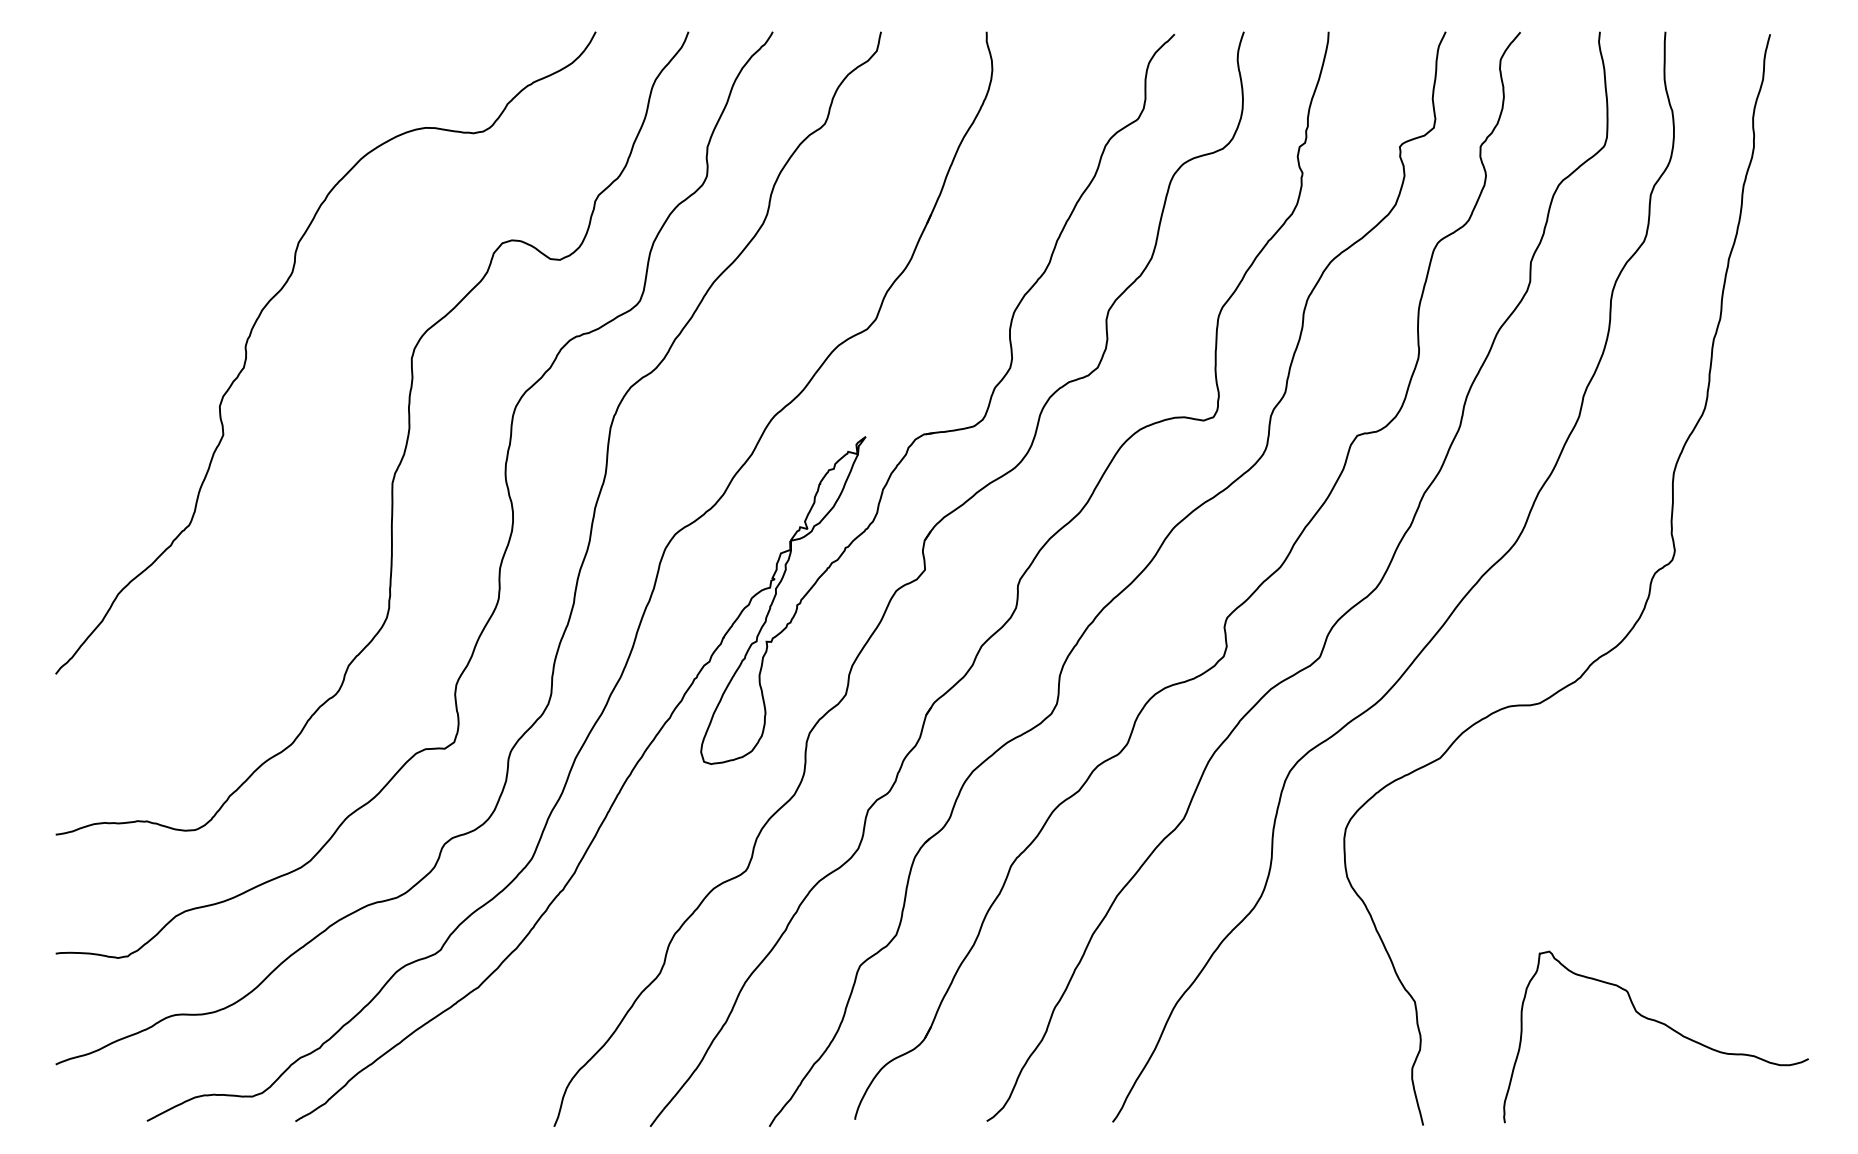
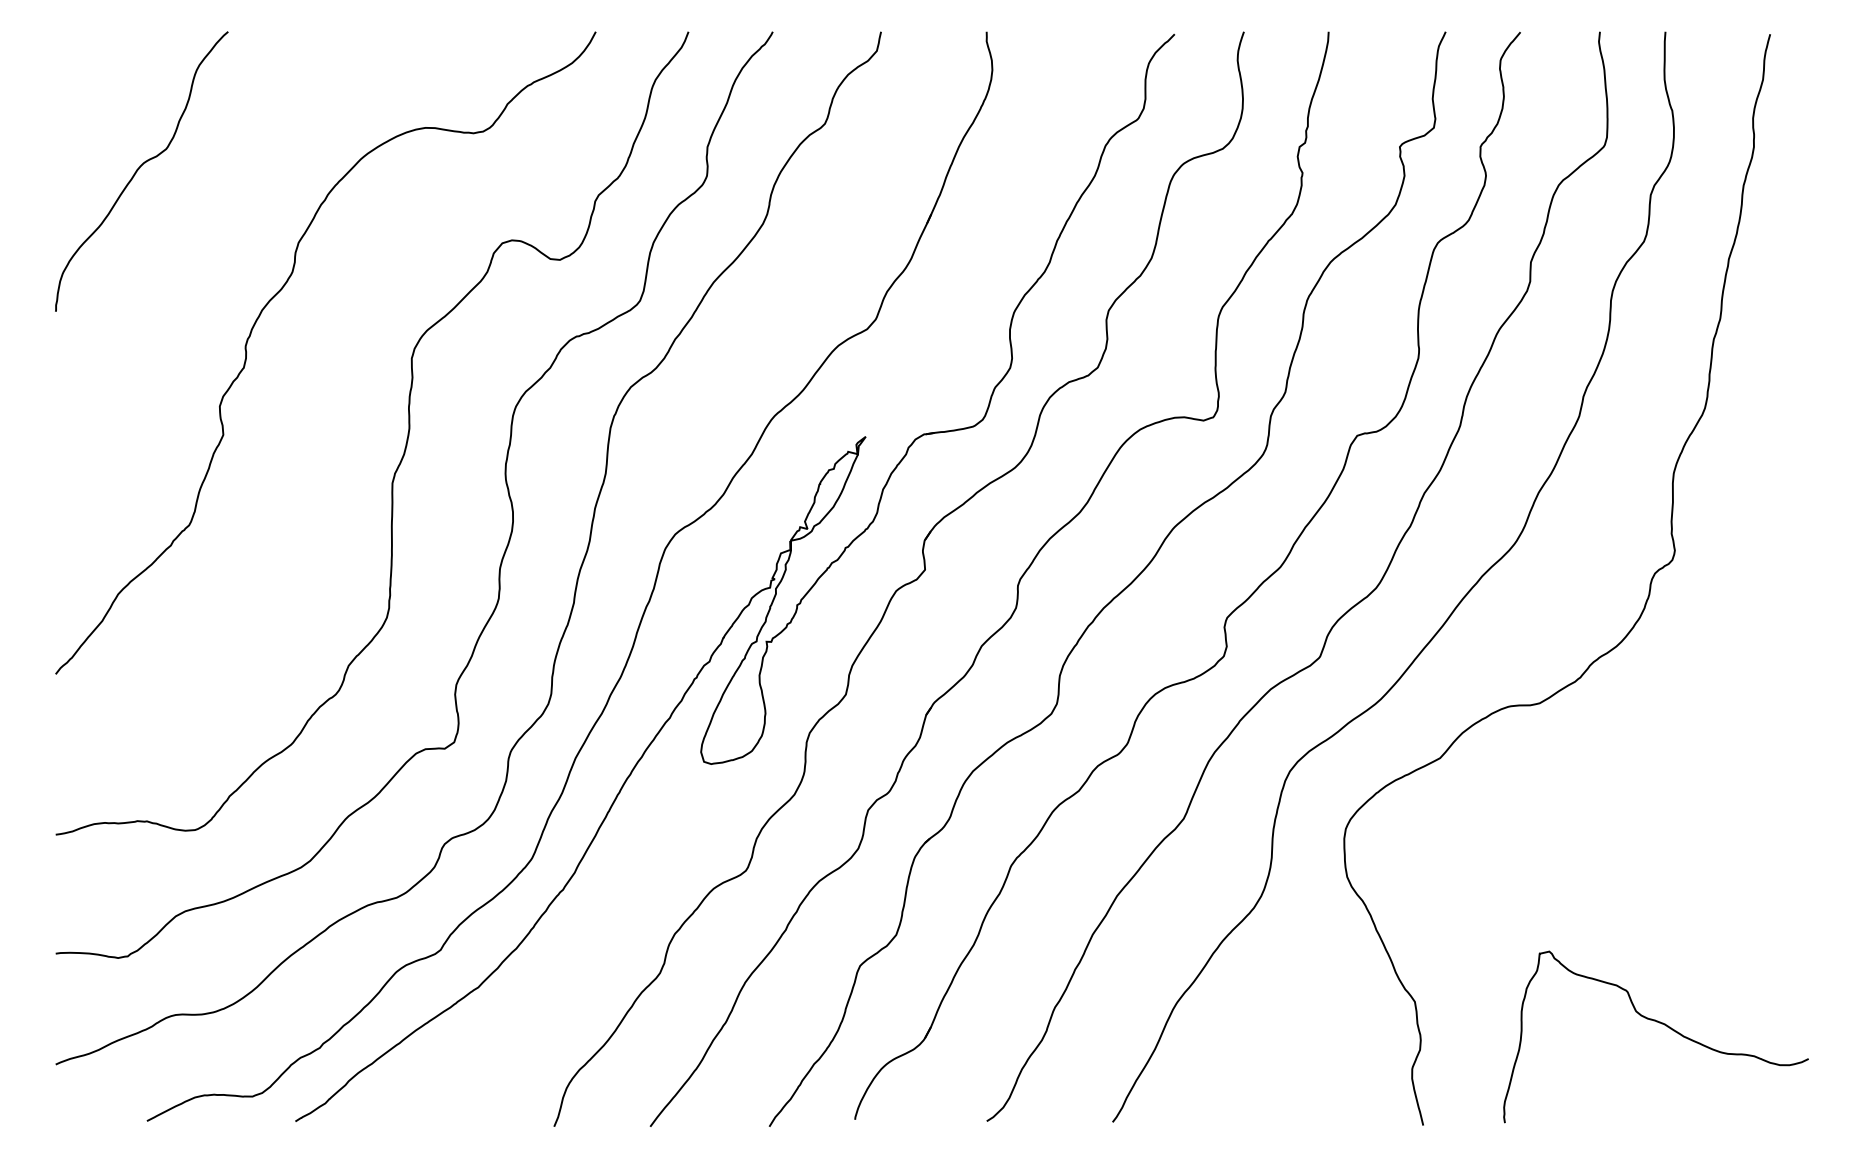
curve at (139, 169): none -> present
